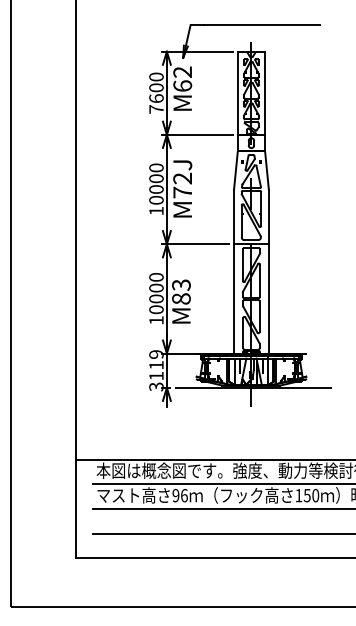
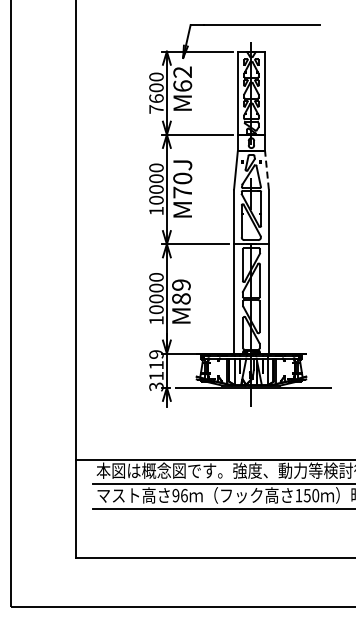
line at (266, 169): solid -> dashed
text at (182, 178): M72J -> M70J
text at (181, 284): M83 -> M89
line at (222, 533): present -> none
